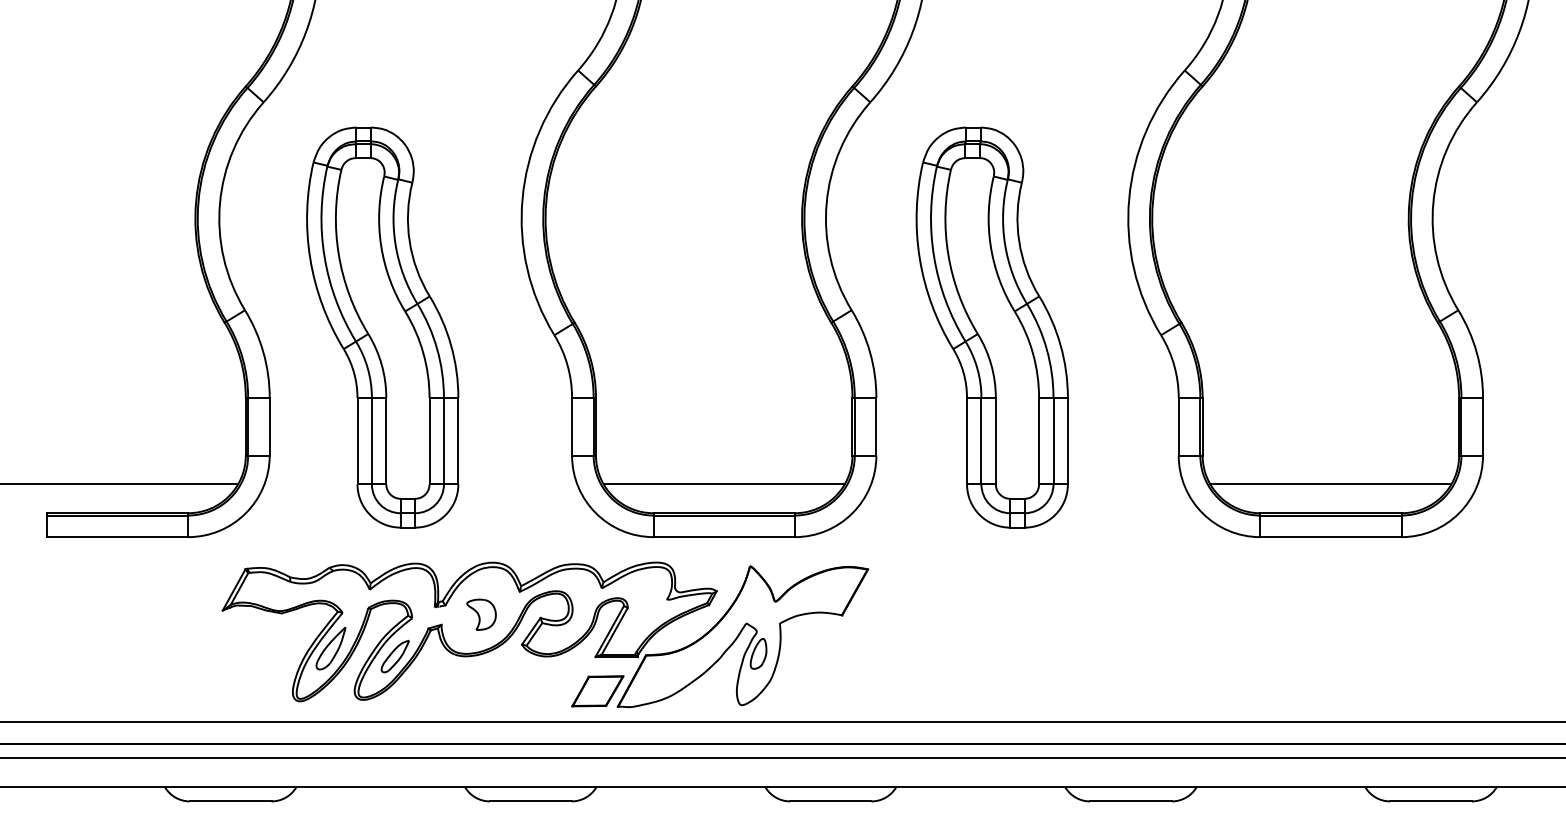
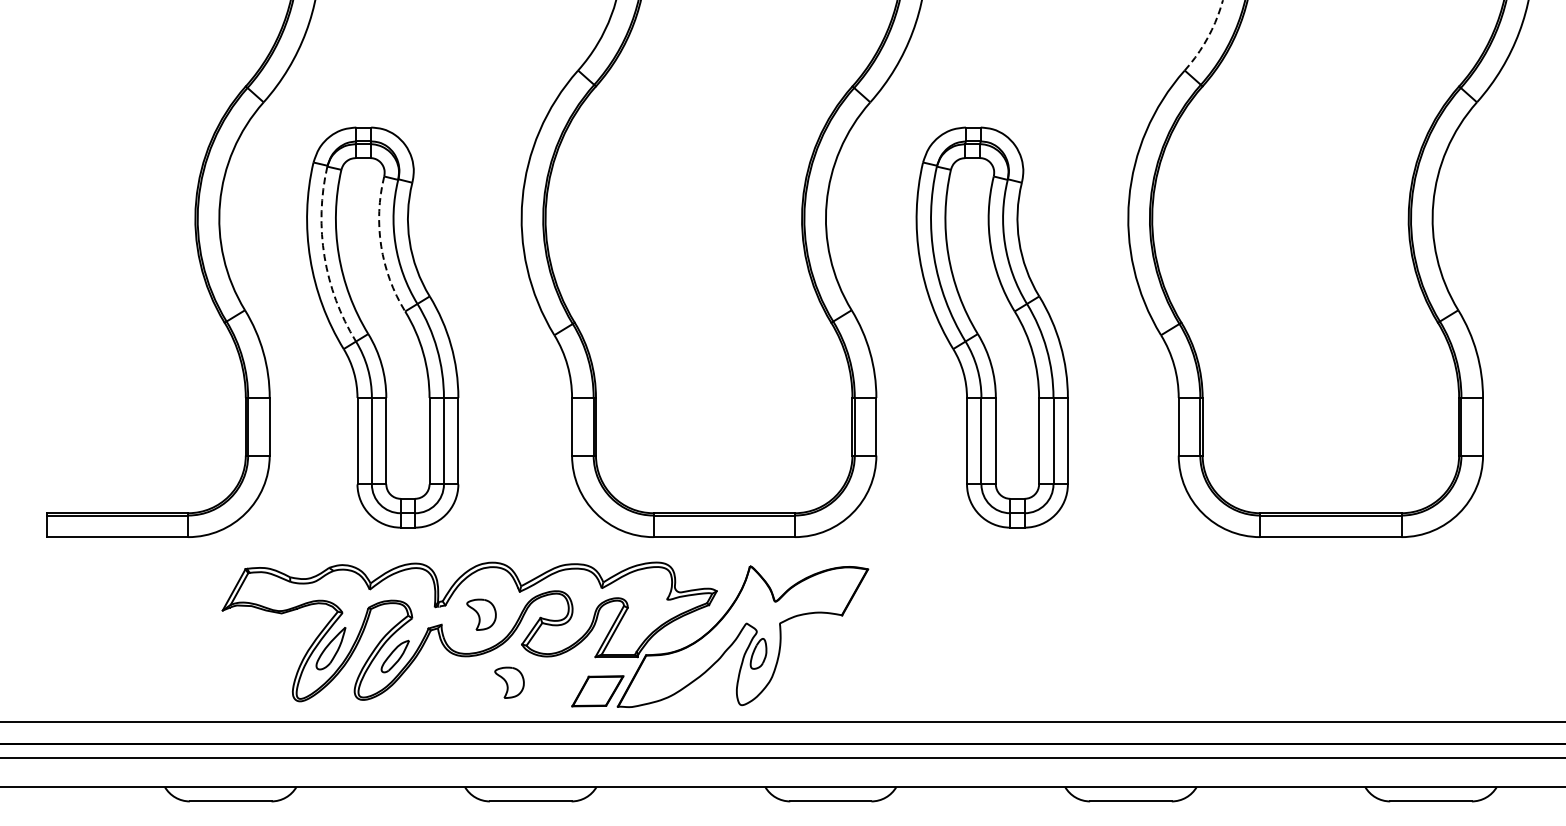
arc at (1207, 37): solid -> dashed
arc at (381, 246): solid -> dashed
arc at (324, 256): solid -> dashed
line at (120, 484): present -> none
line at (723, 484): present -> none
line at (1330, 484): present -> none
part at (509, 682): none -> present
